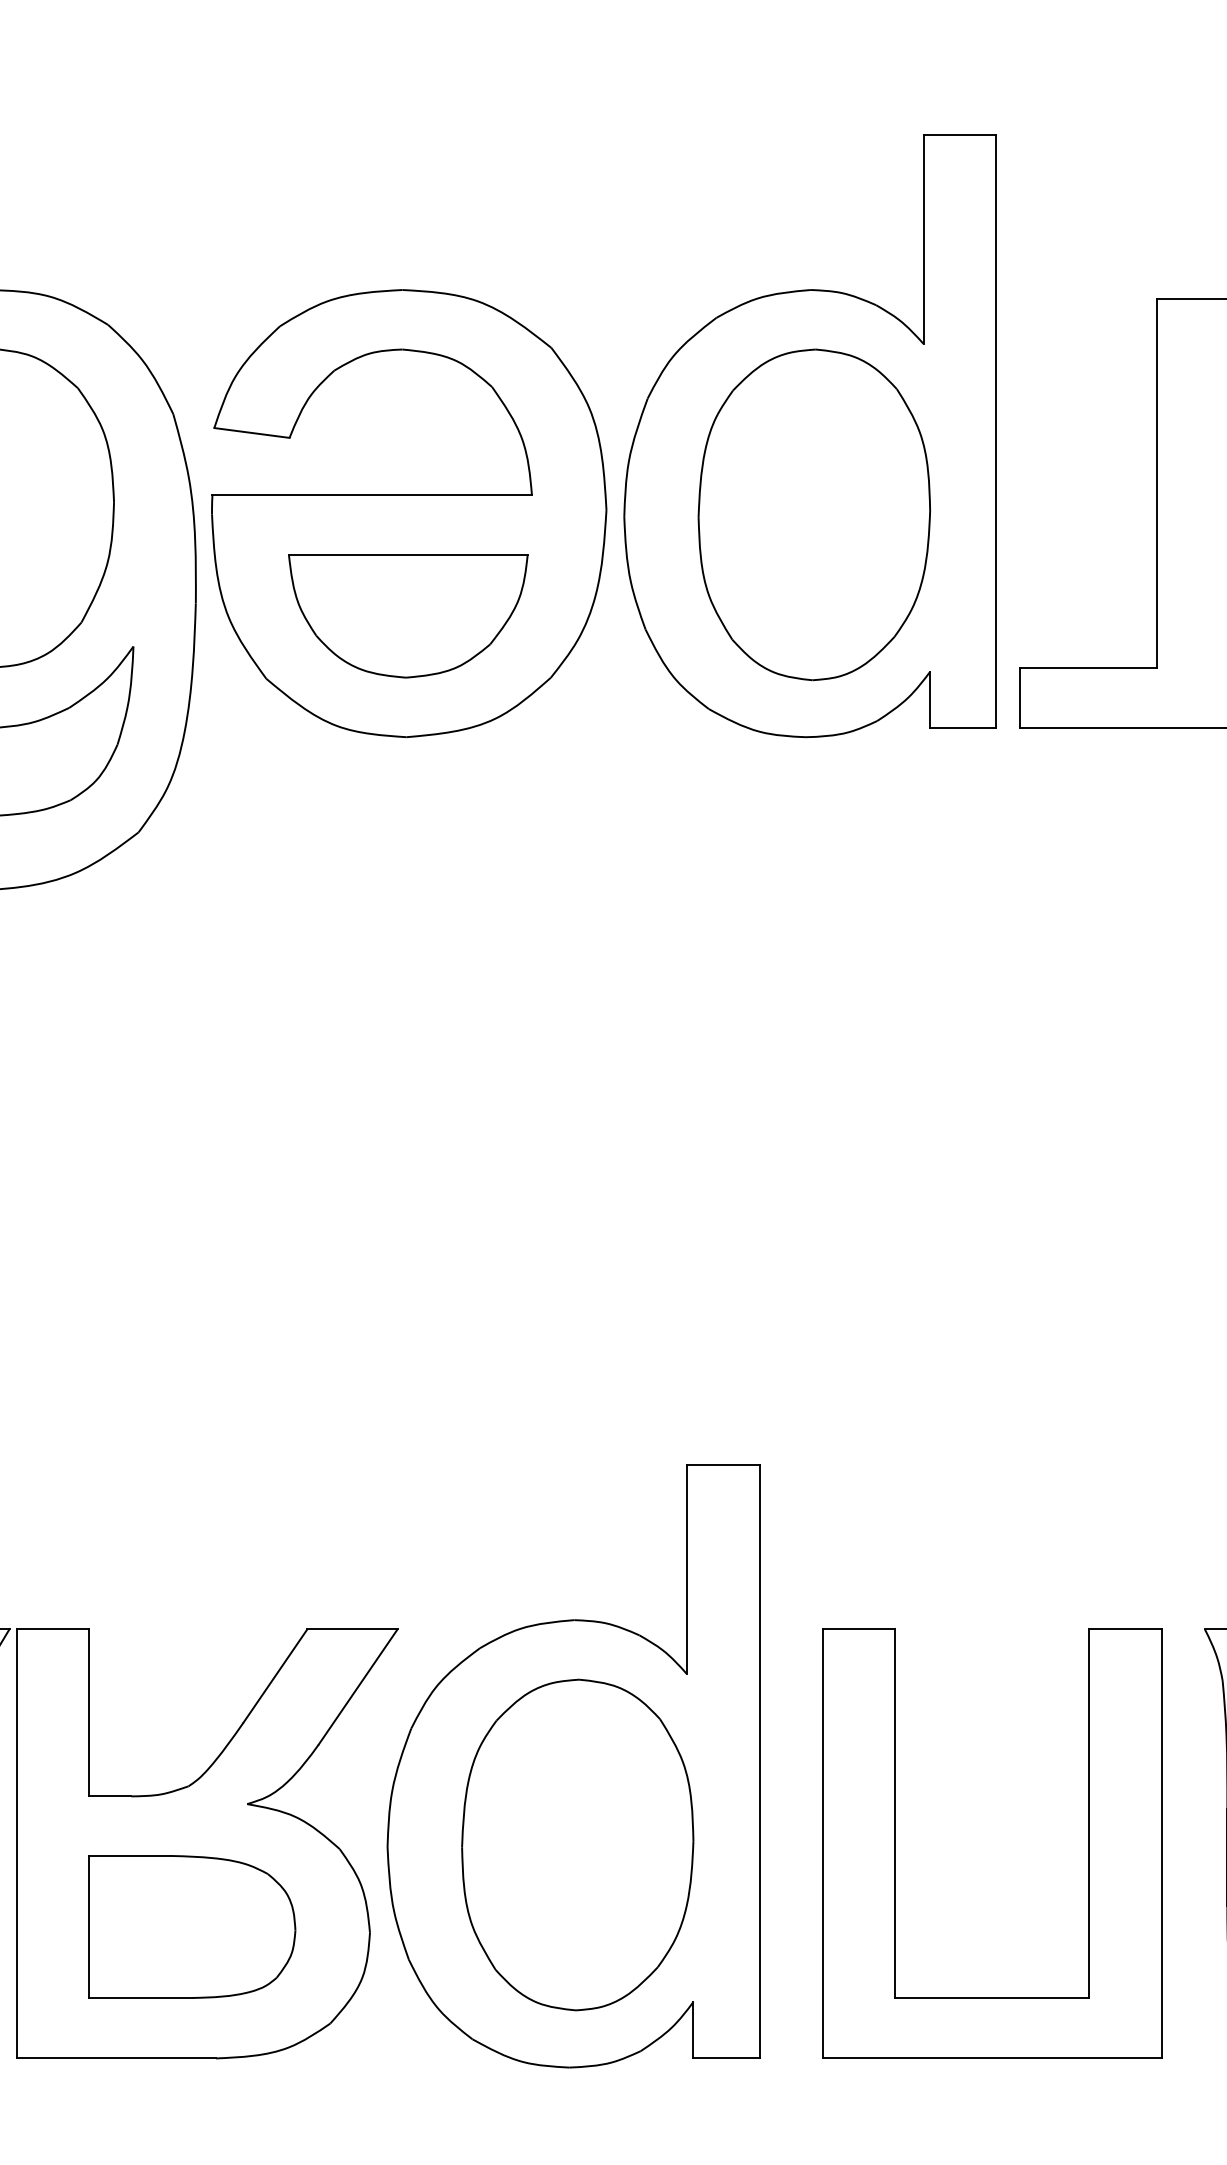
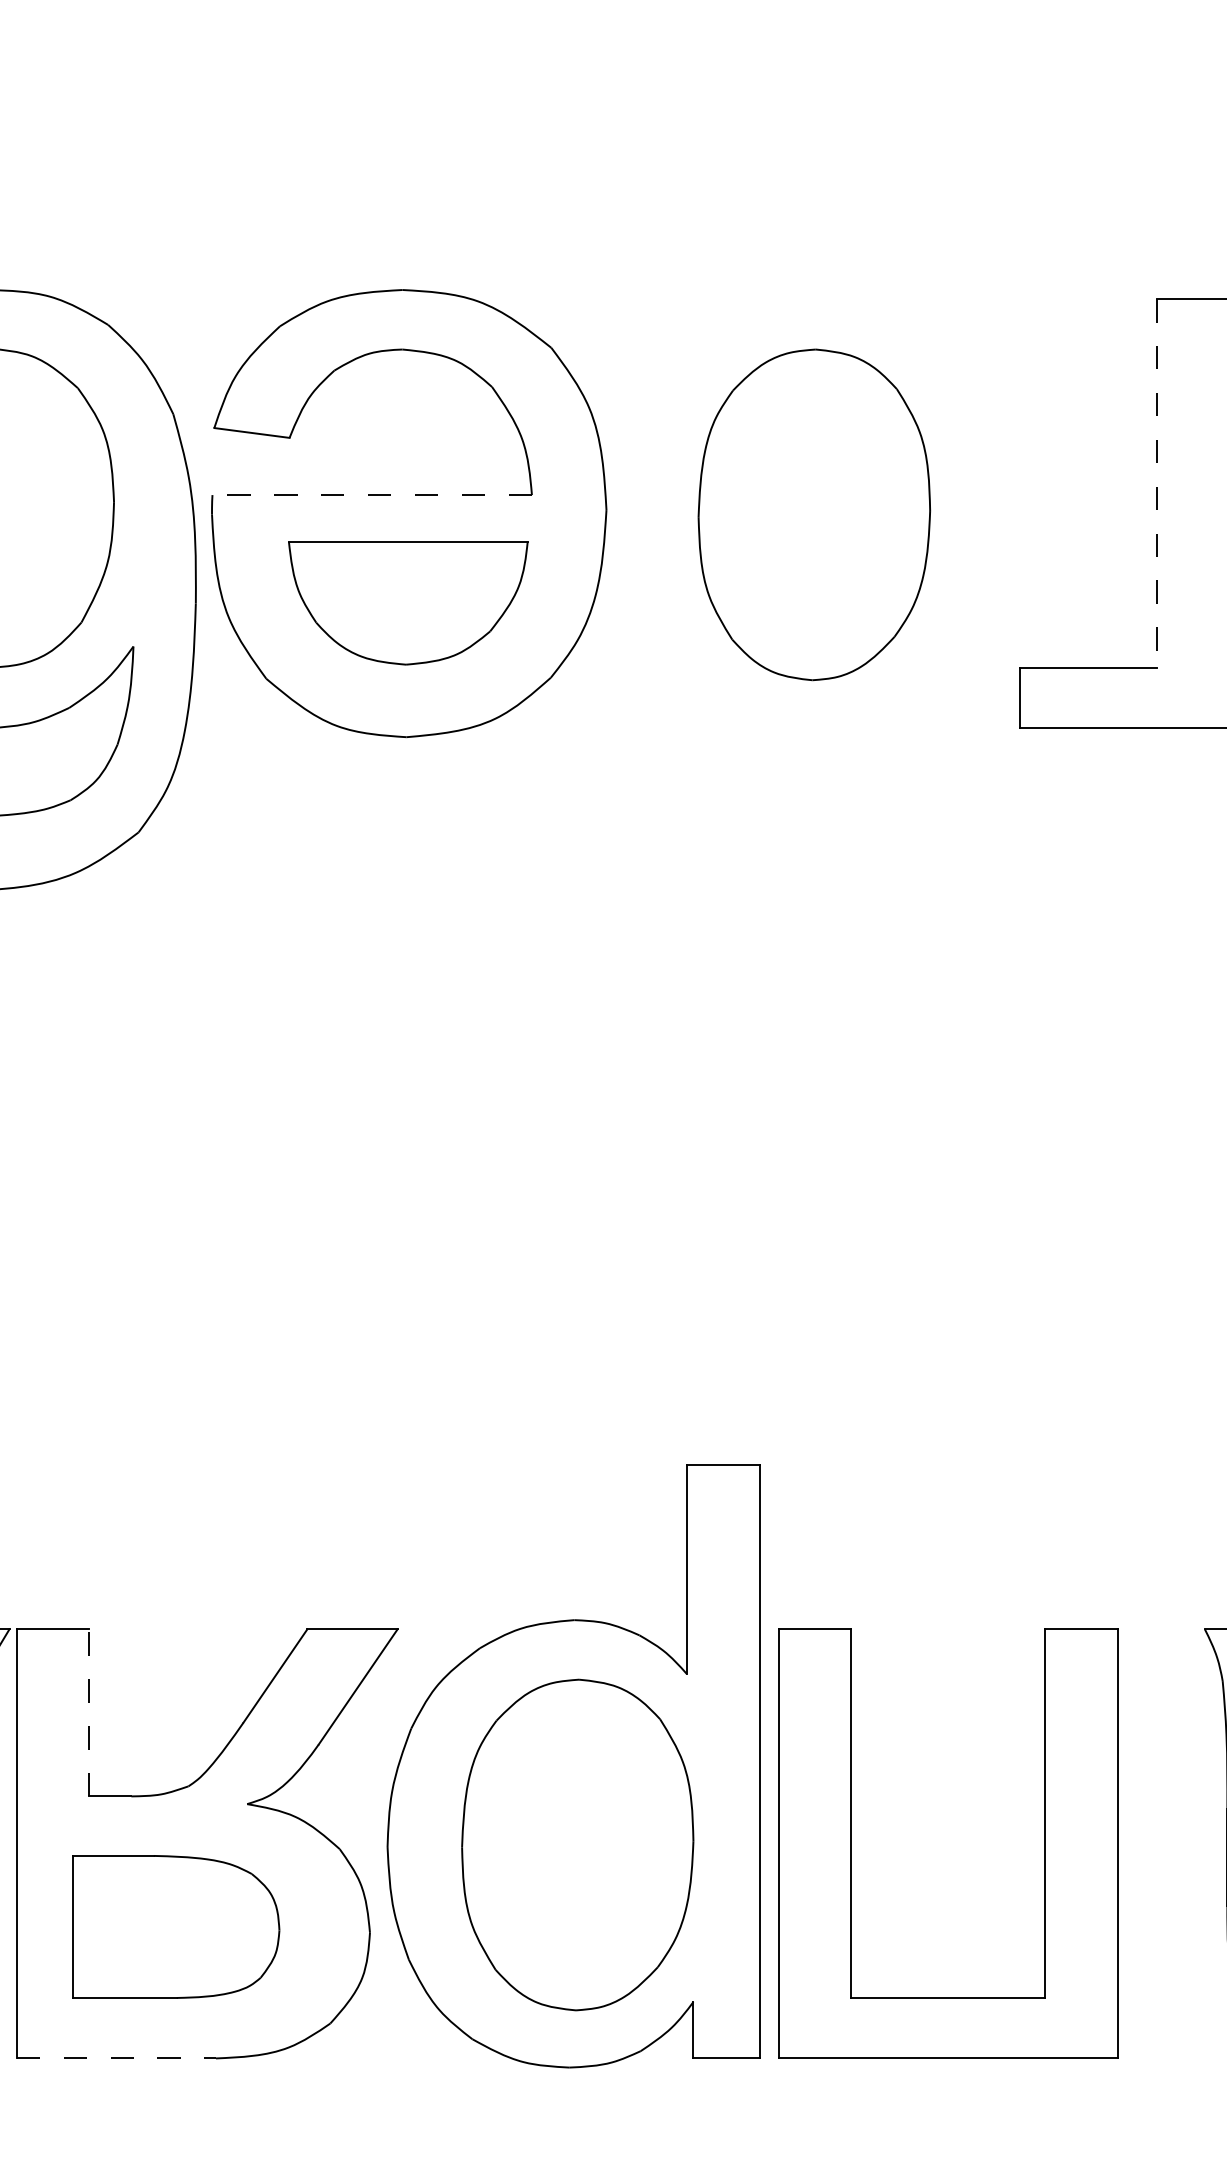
part at (809, 436): present -> none
line at (1157, 483): solid -> dashed
line at (372, 495): solid -> dashed
part at (408, 616) position: (408, 616) -> (408, 603)
line at (89, 1712): solid -> dashed
part at (1088, 1843) position: (1088, 1843) -> (1044, 1843)
part at (192, 1926) position: (192, 1926) -> (176, 1926)
line at (116, 2058): solid -> dashed
